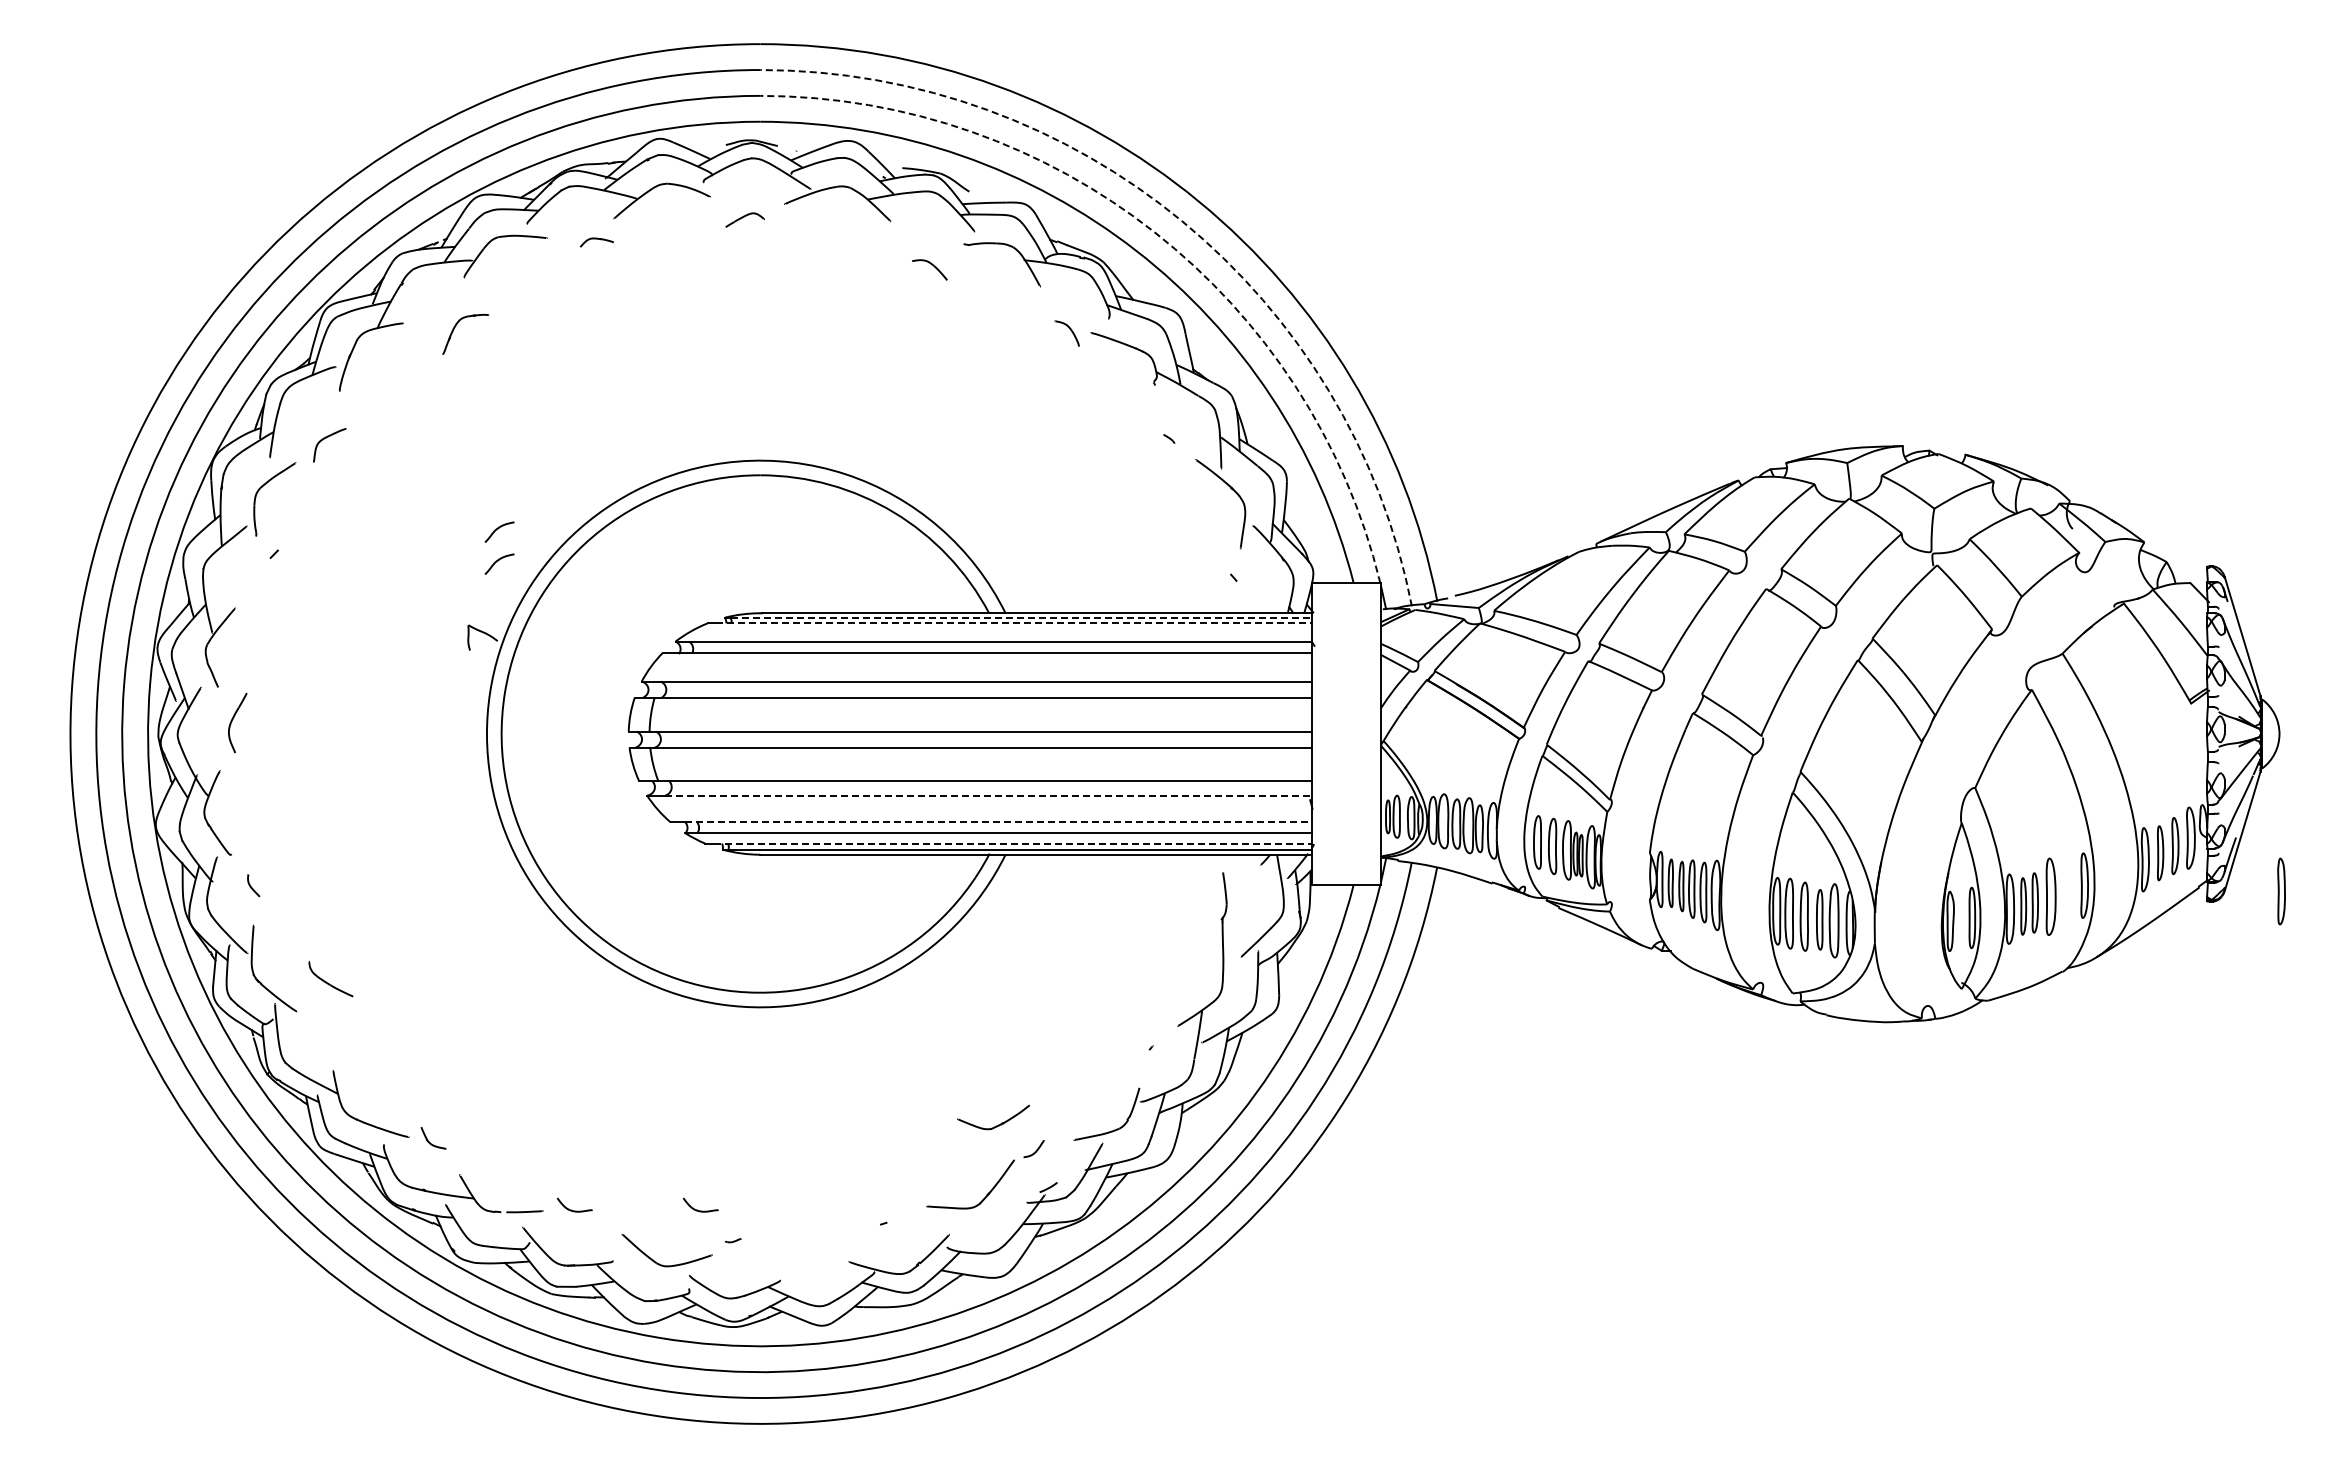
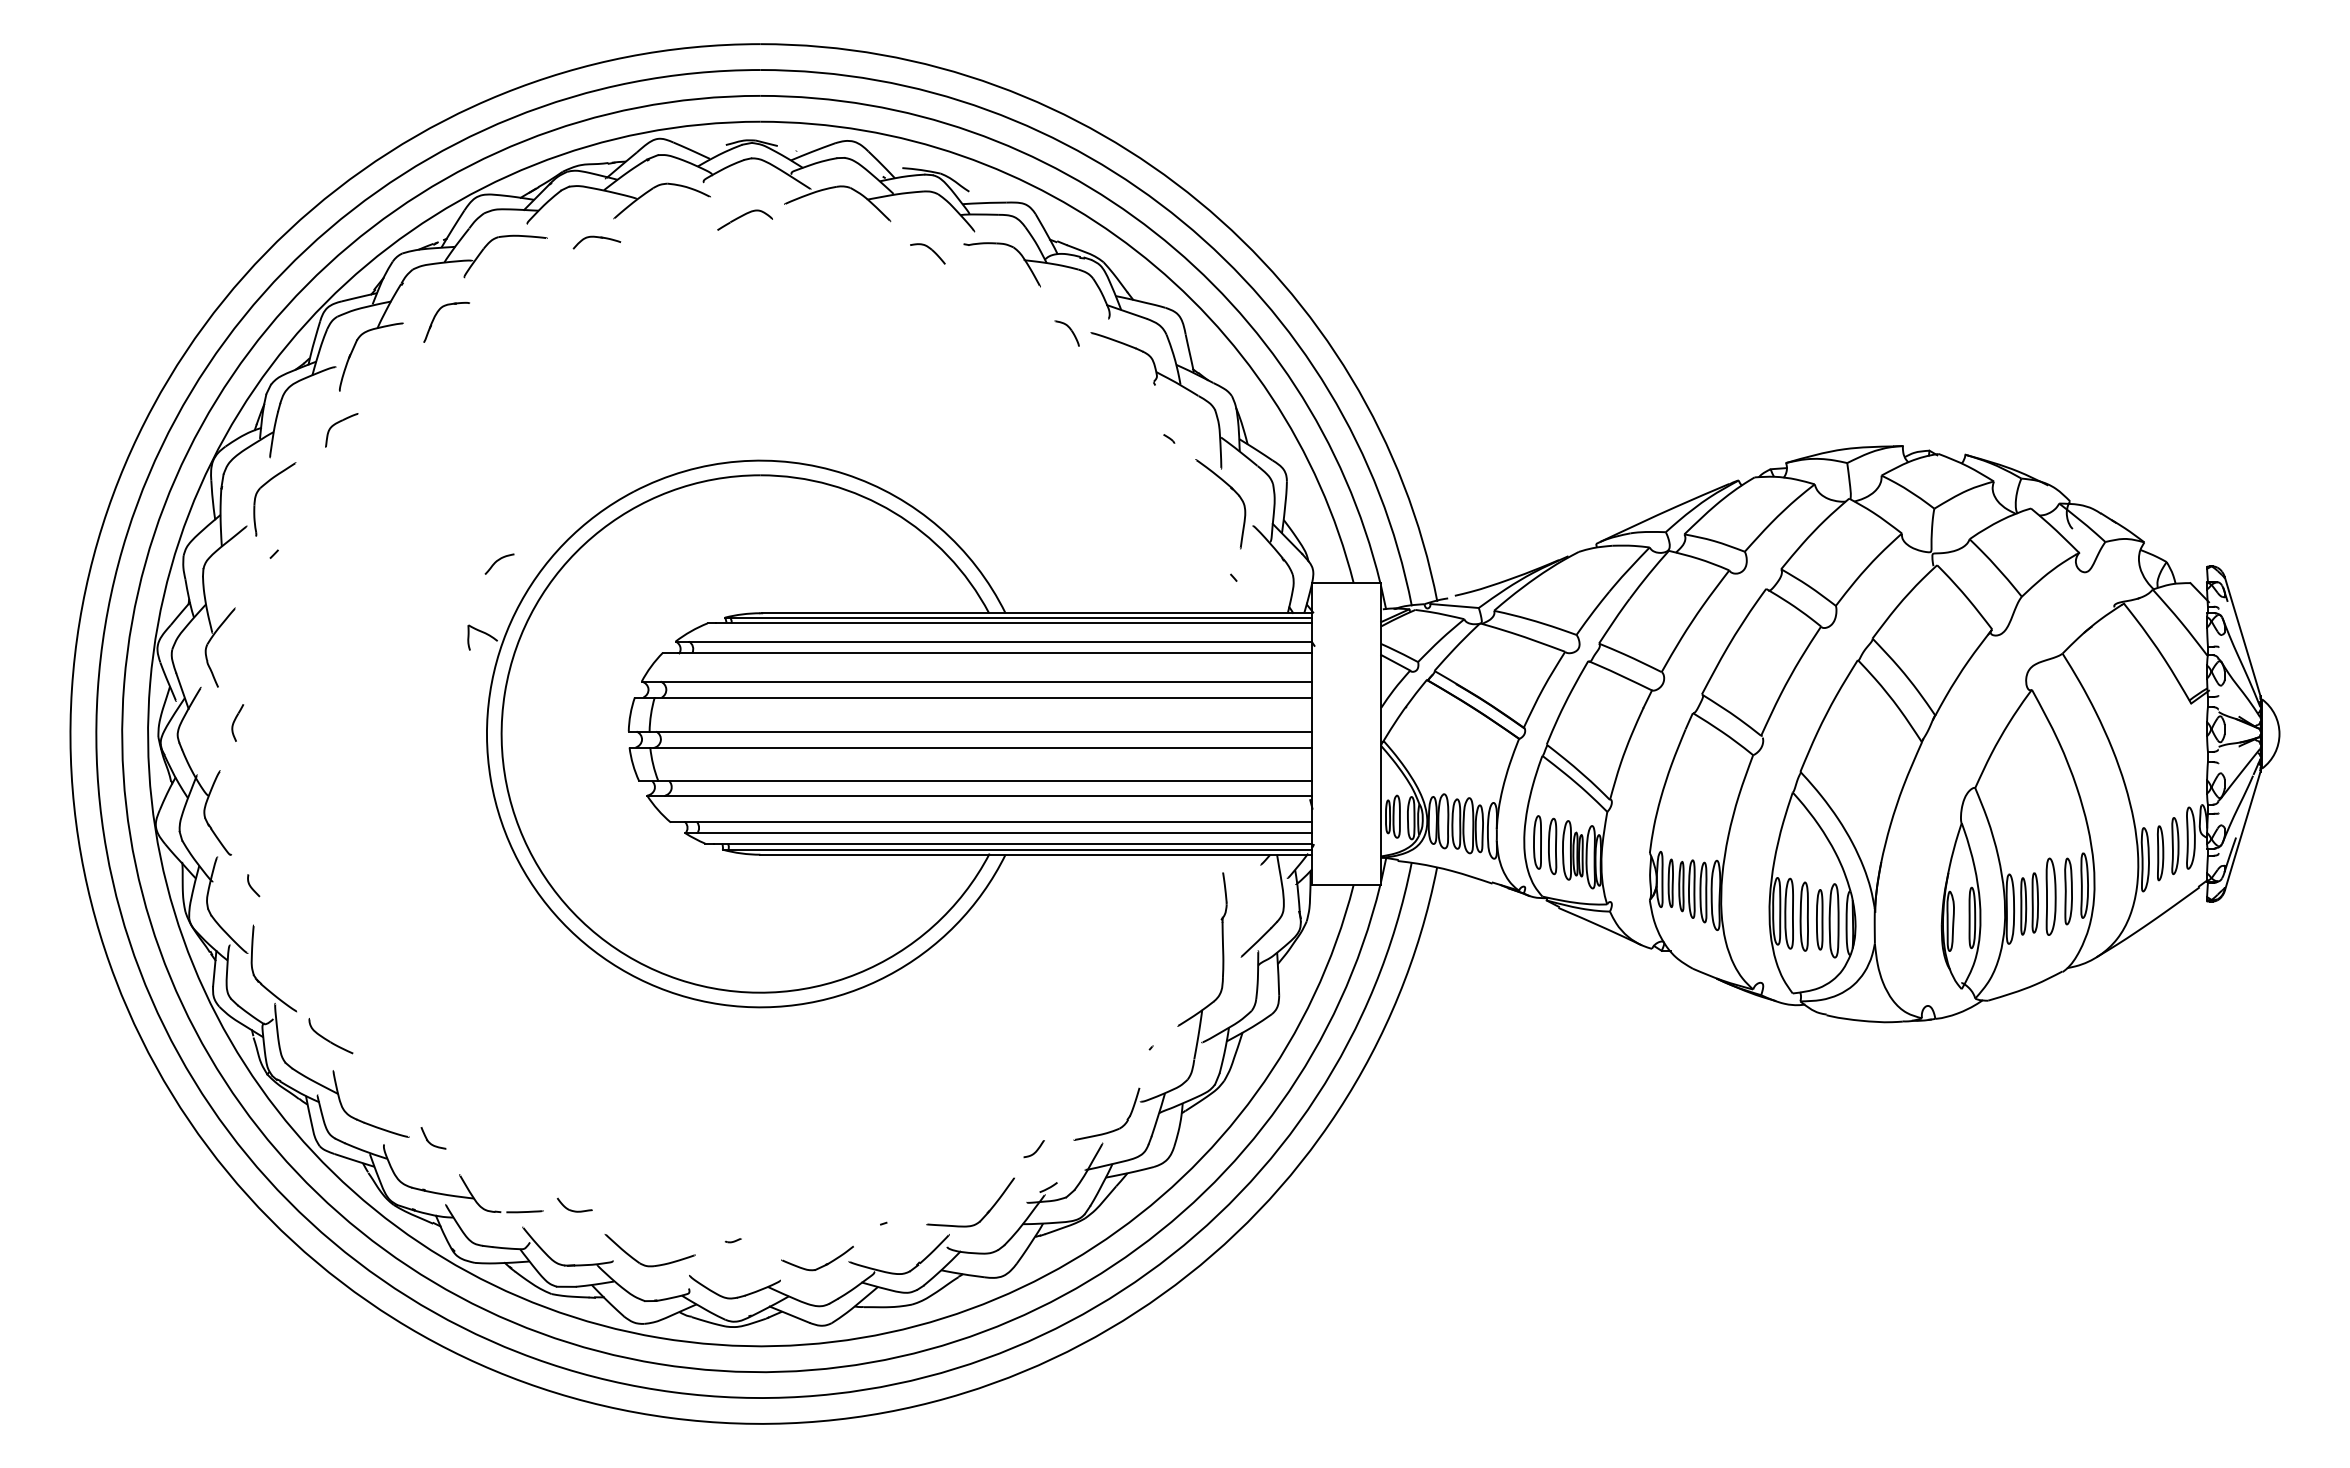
part at (744, 219) size: 40x16 px -> 56x22 px
arc at (1182, 221): dashed -> solid
arc at (1154, 232): dashed -> solid
part at (596, 242) size: 35x11 px -> 50x15 px
part at (929, 269) position: (929, 269) -> (927, 253)
part at (456, 326) position: (456, 326) -> (437, 314)
part at (326, 438) position: (326, 438) -> (338, 423)
curve at (498, 529): present -> none
line at (1021, 617): dashed -> solid
line at (1014, 623): dashed -> solid
part at (237, 722) size: 20x62 px -> 14x38 px
line at (988, 795): dashed -> solid
line at (998, 822): dashed -> solid
line at (1013, 843): dashed -> solid
part at (2281, 891) position: (2281, 891) -> (2068, 891)
part at (330, 979) position: (330, 979) -> (330, 1036)
part at (996, 1125) position: (996, 1125) -> (820, 1266)
part at (986, 1194) position: (986, 1194) -> (986, 1212)
part at (700, 1204): present -> none
part at (662, 1264) position: (662, 1264) -> (645, 1264)
